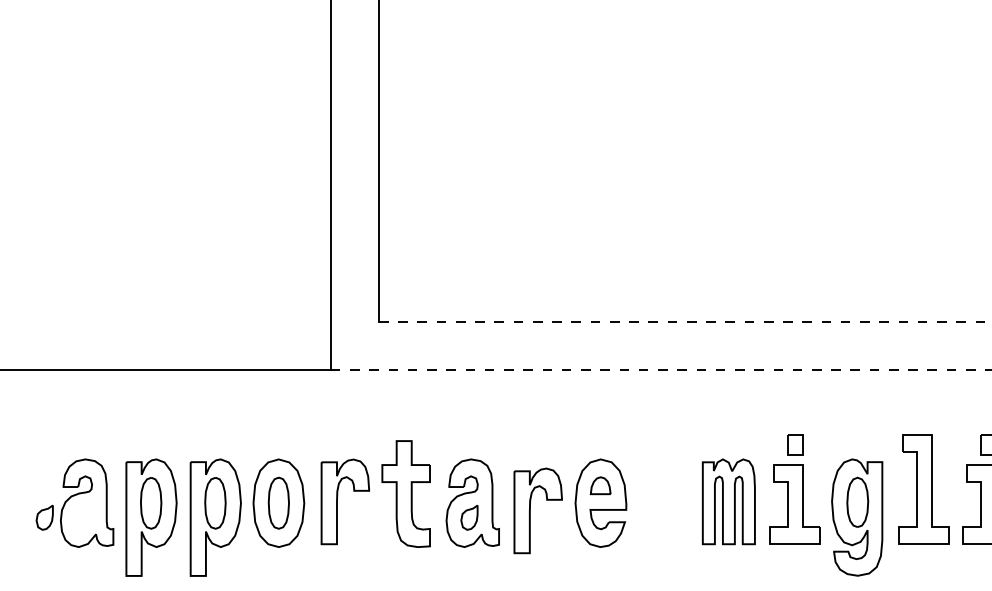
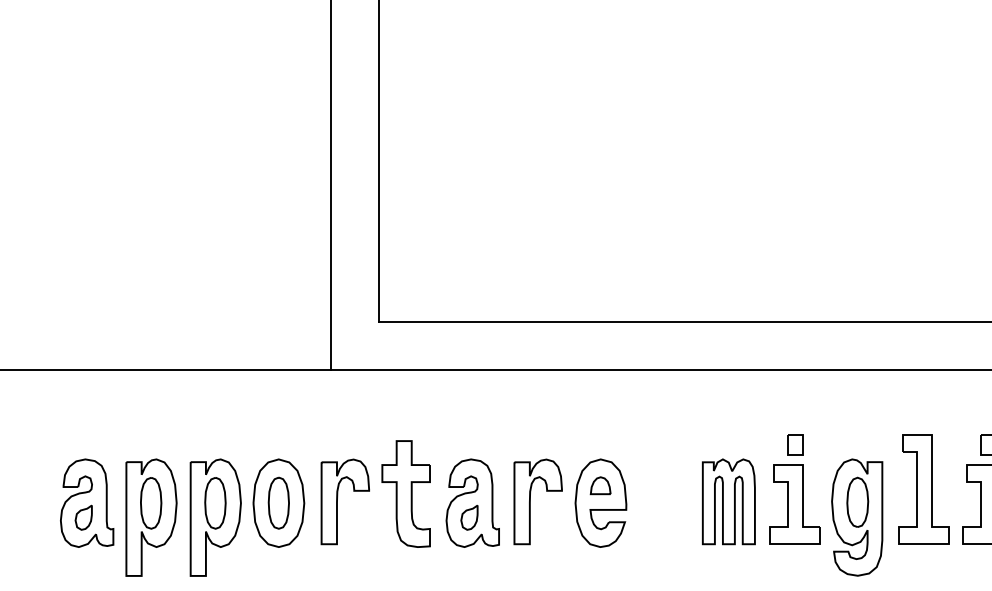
line at (685, 322): dashed -> solid
line at (661, 370): dashed -> solid
part at (530, 510) position: (530, 510) -> (530, 501)
part at (44, 517) position: (44, 517) -> (83, 517)
